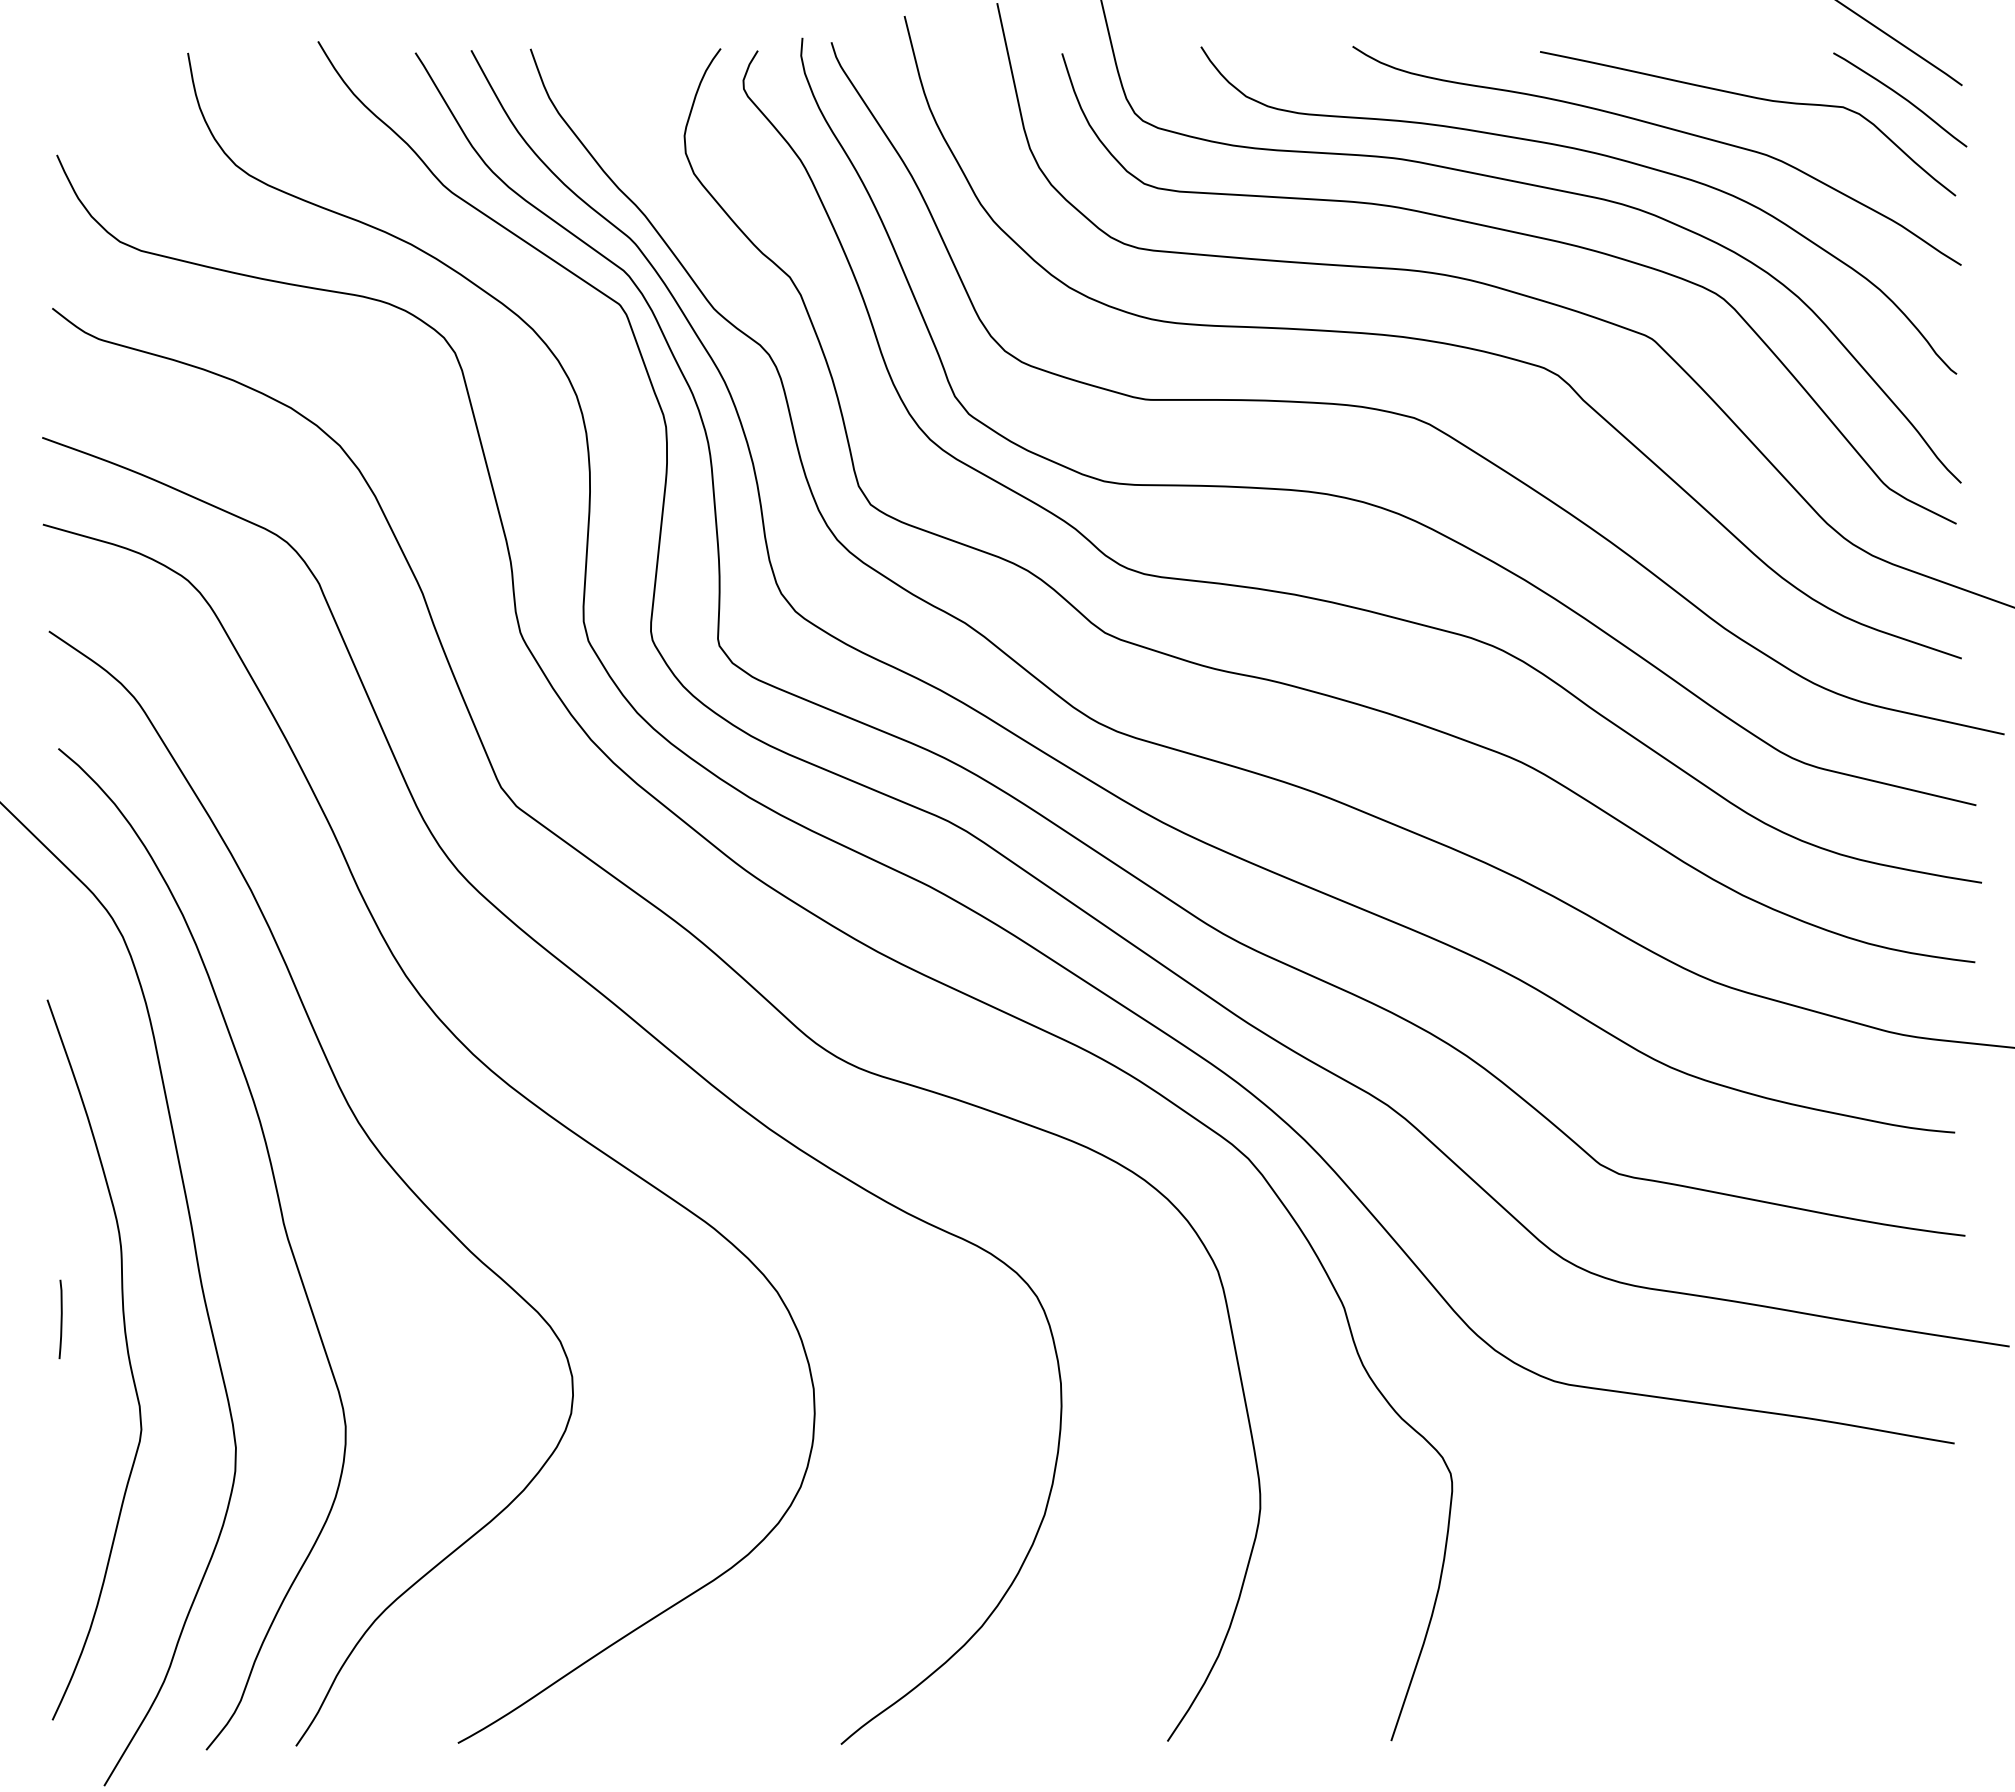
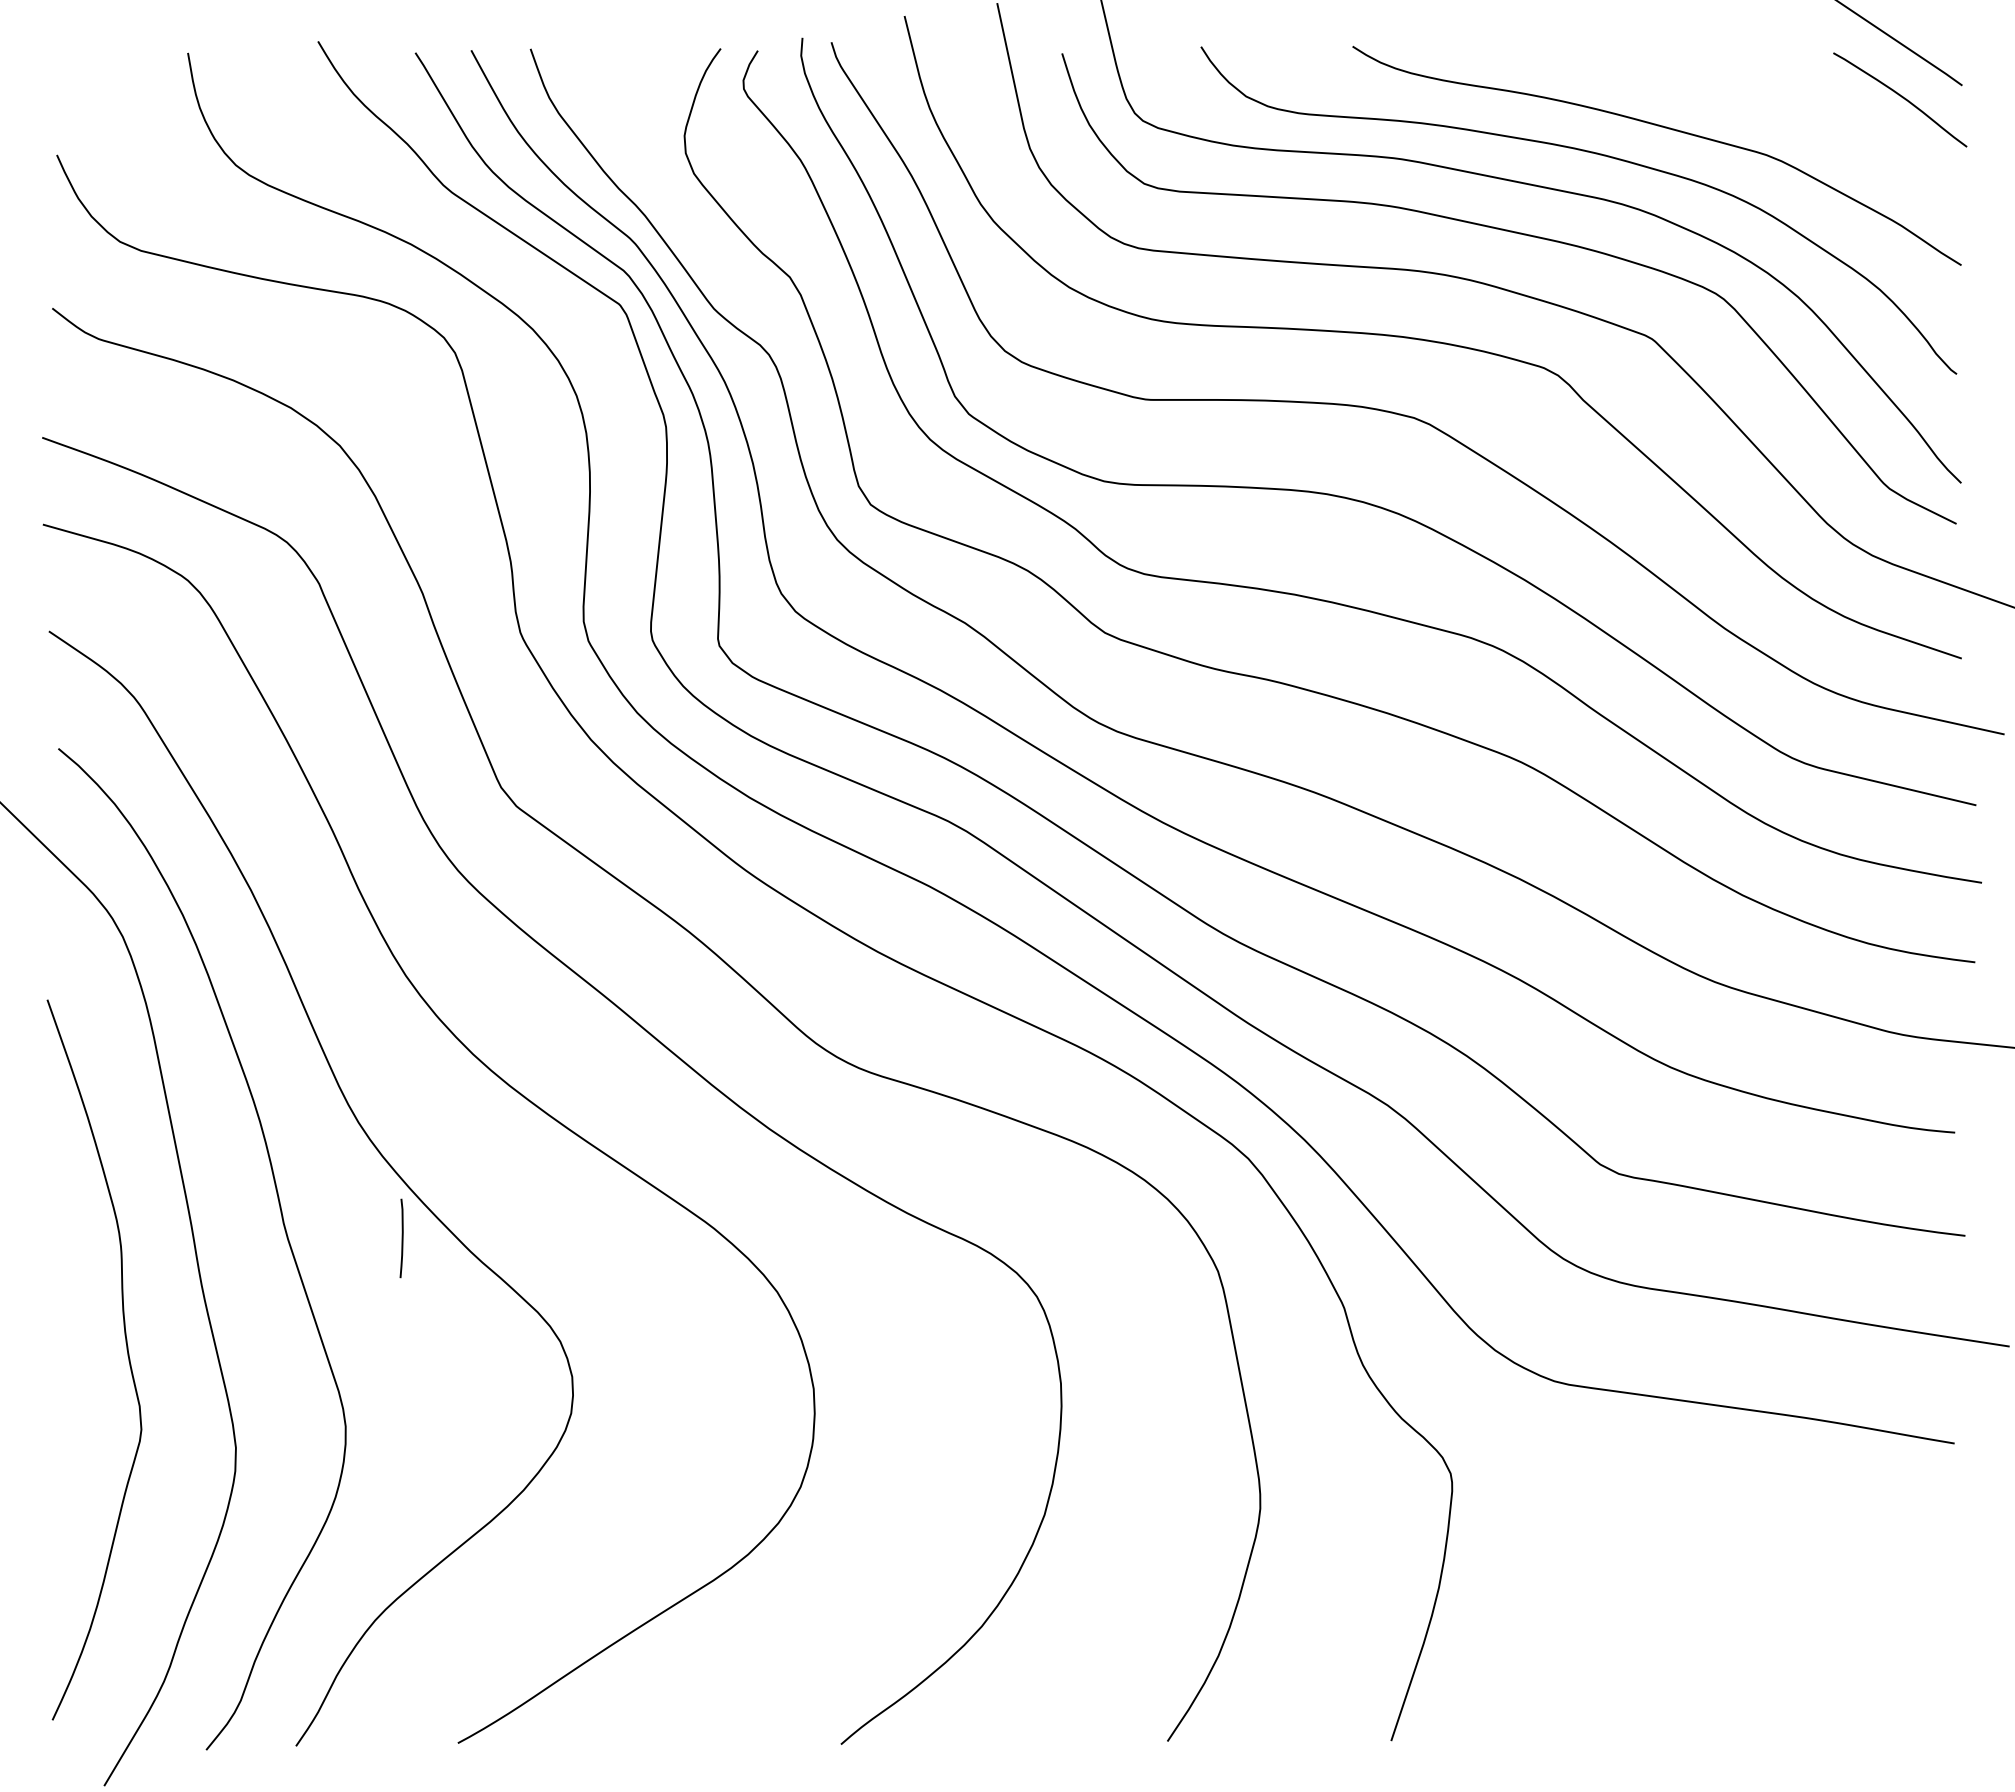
curve at (1752, 98): present -> none
curve at (60, 1319) position: (60, 1319) -> (401, 1238)
